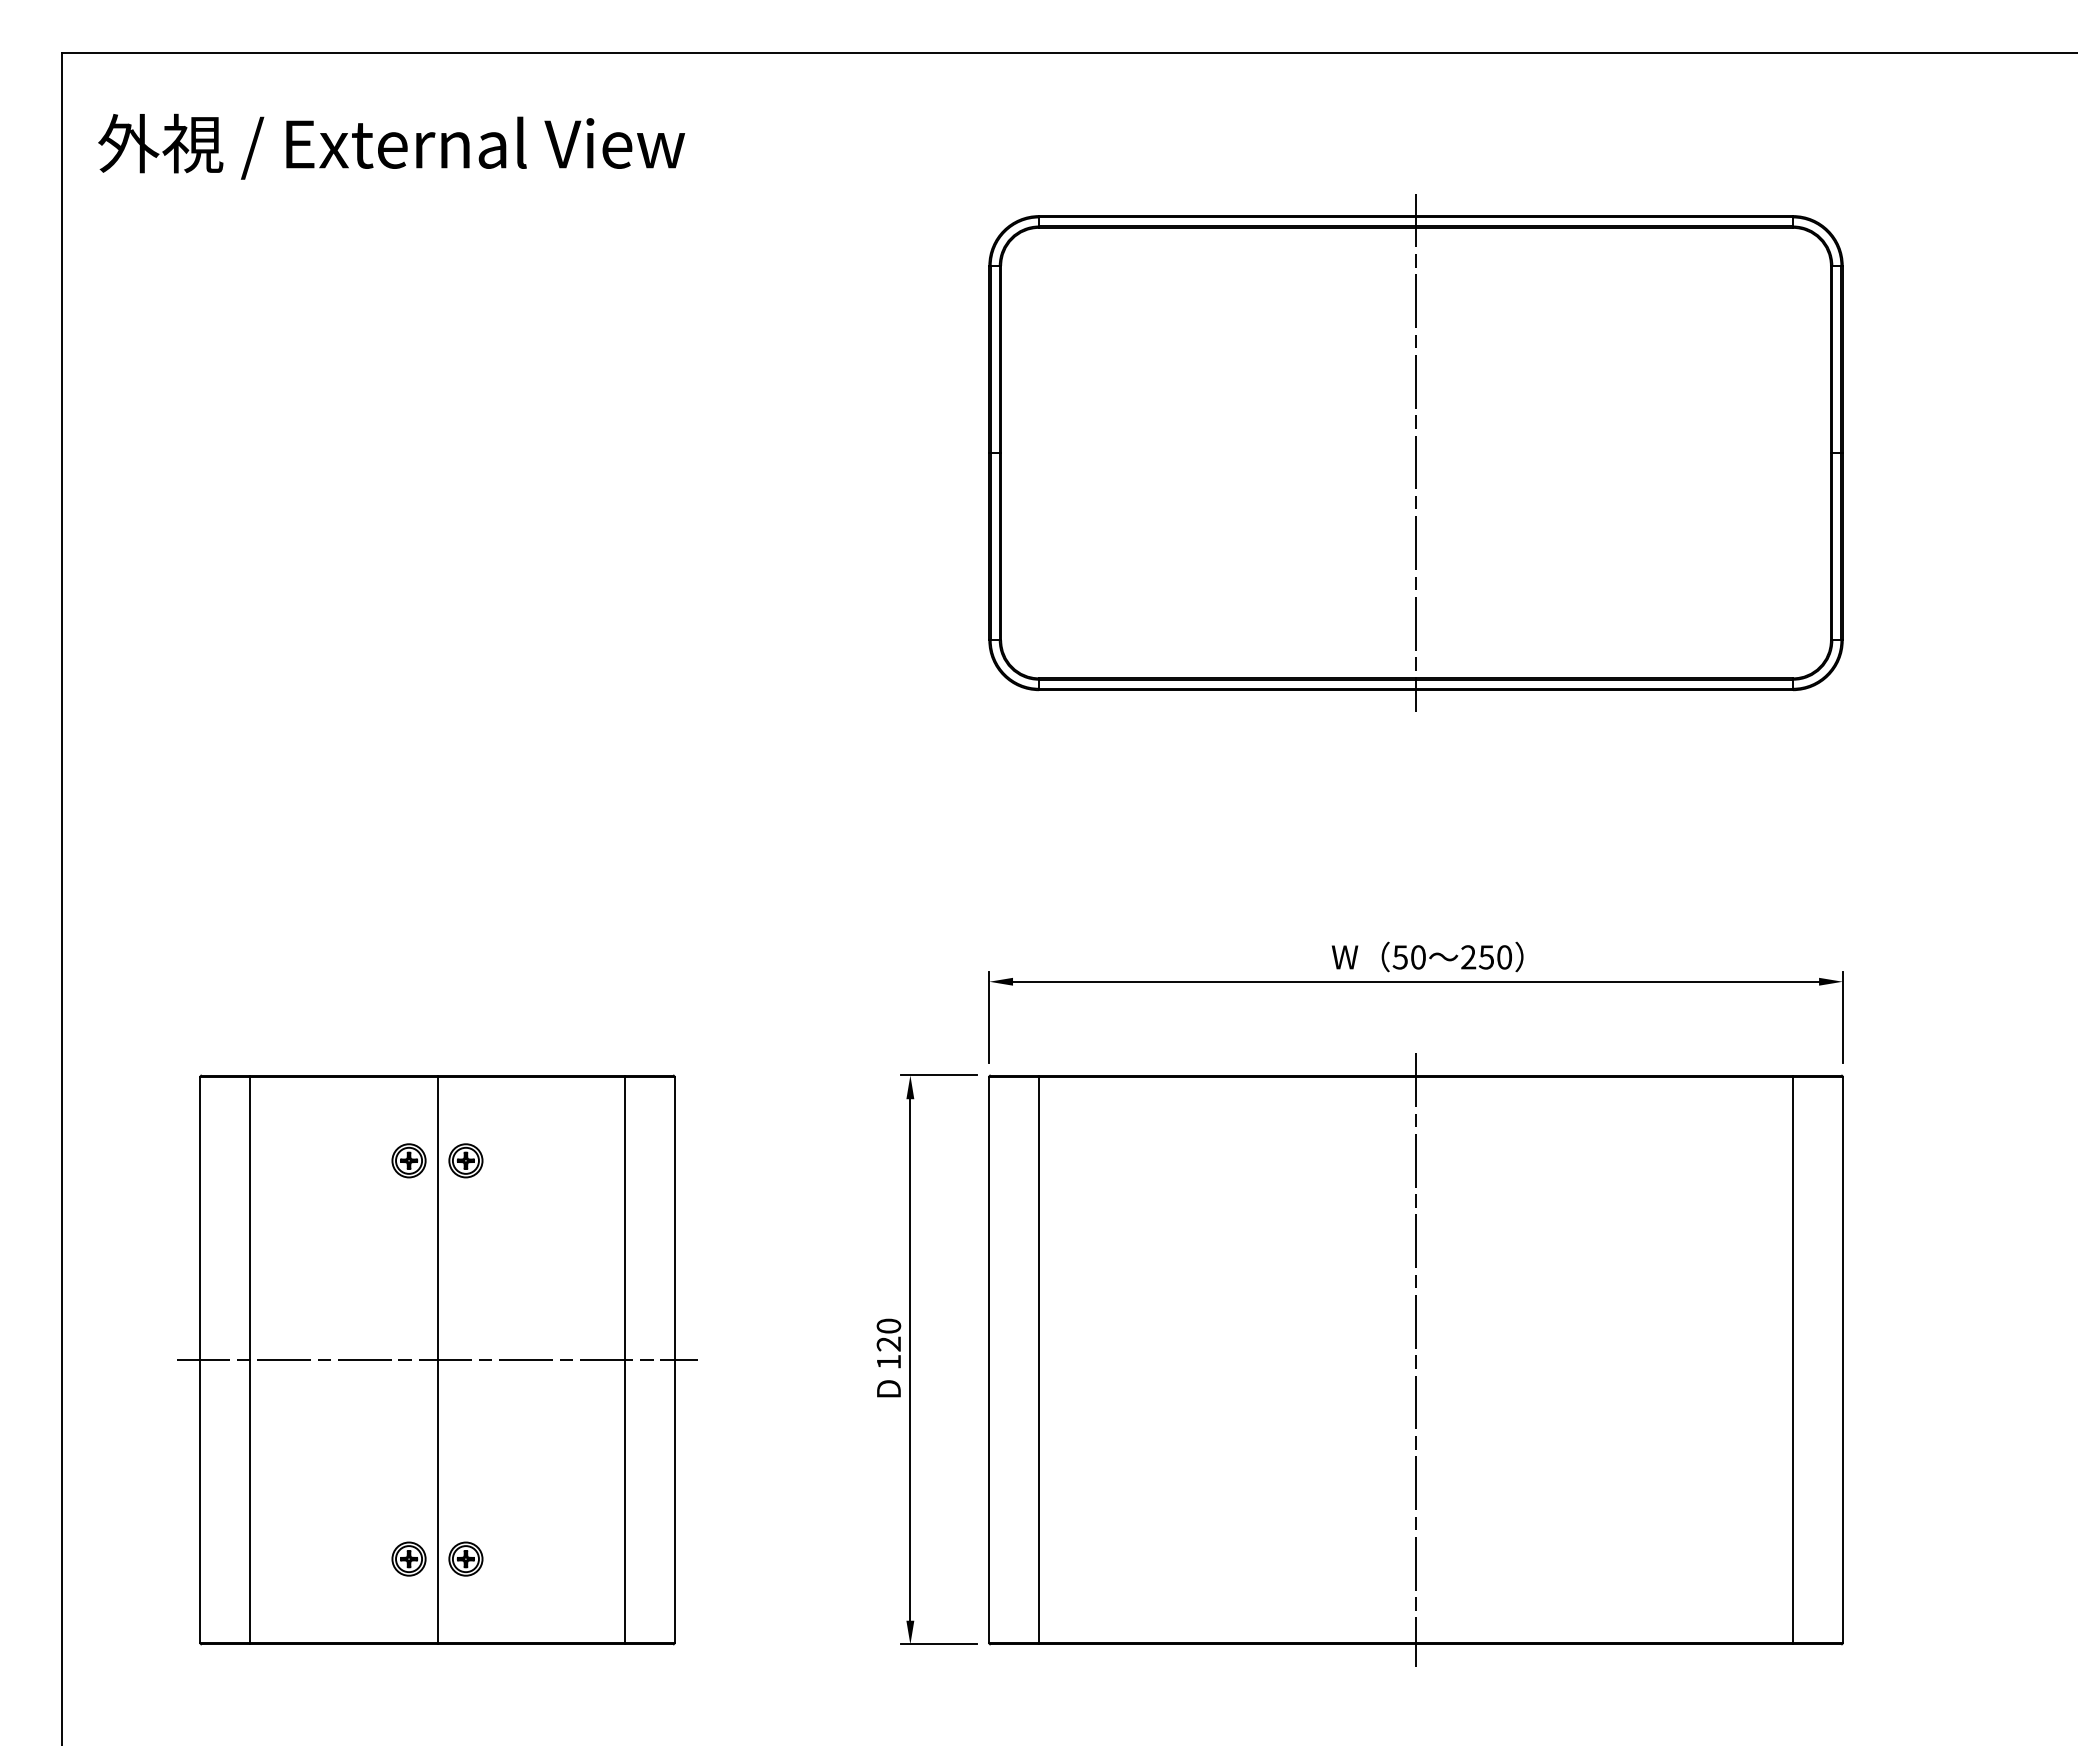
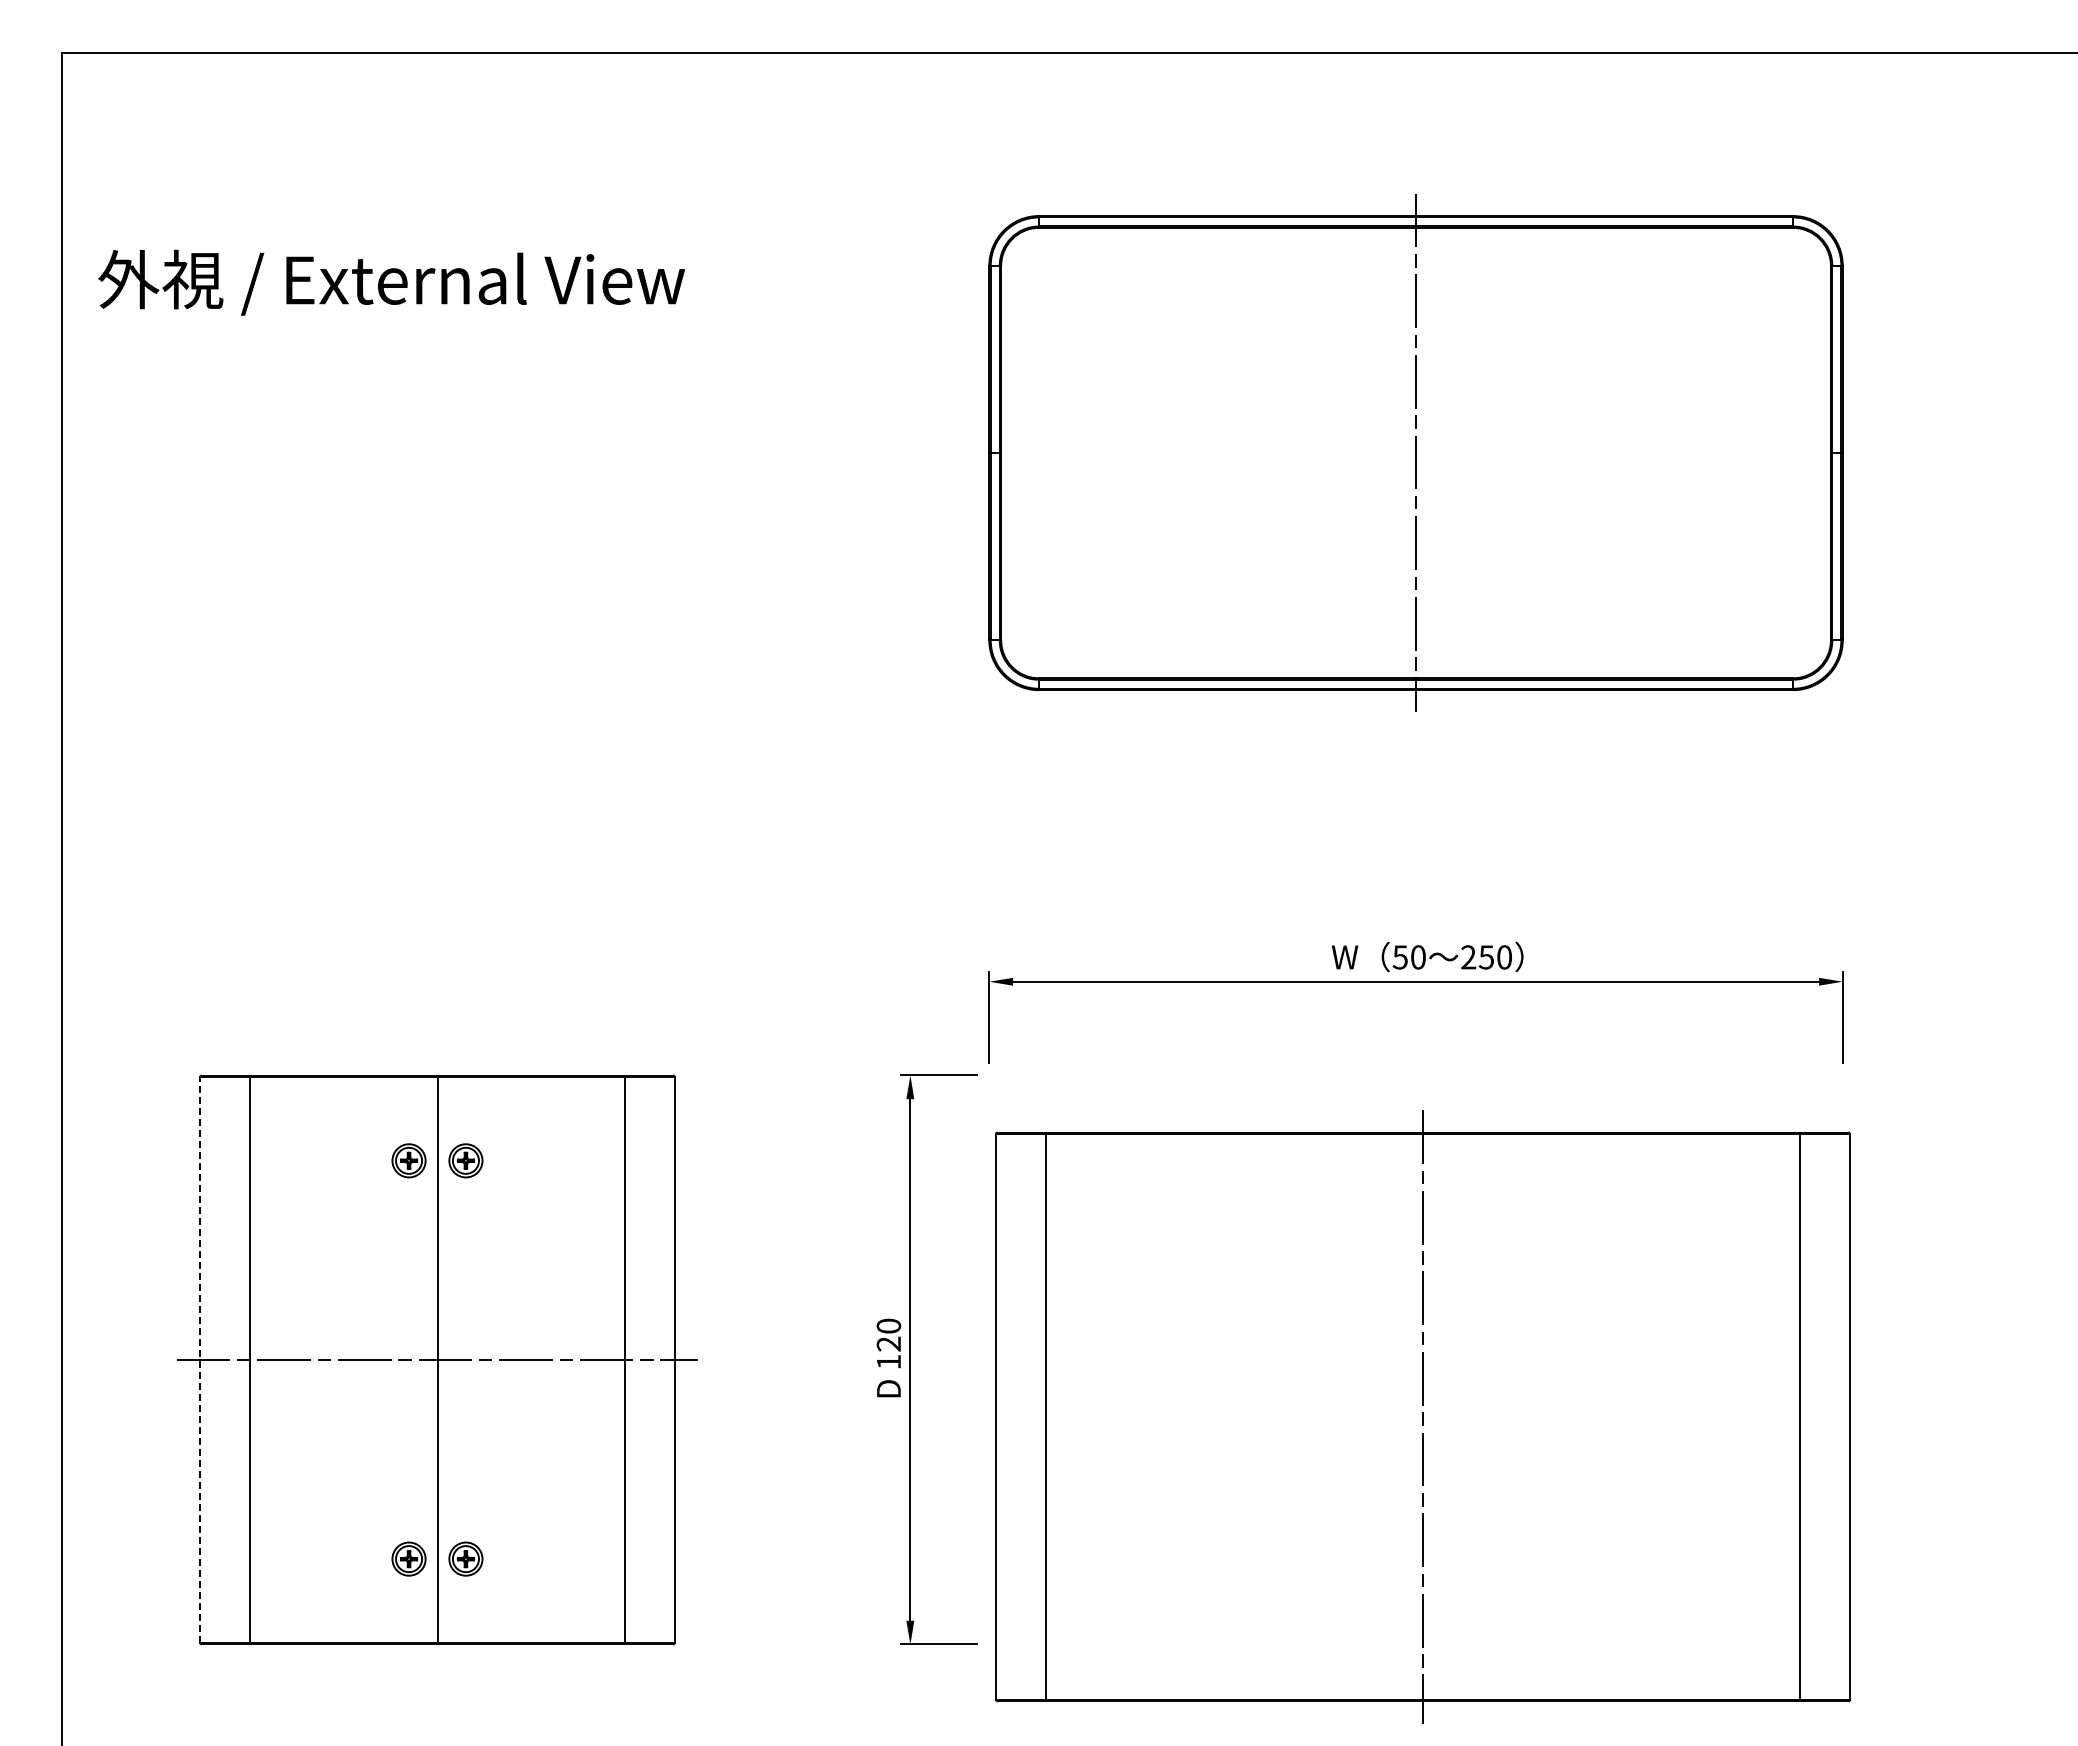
text at (391, 146) position: (391, 146) -> (391, 282)
line at (200, 1359): solid -> dashed
part at (1415, 1359) position: (1415, 1359) -> (1422, 1416)
